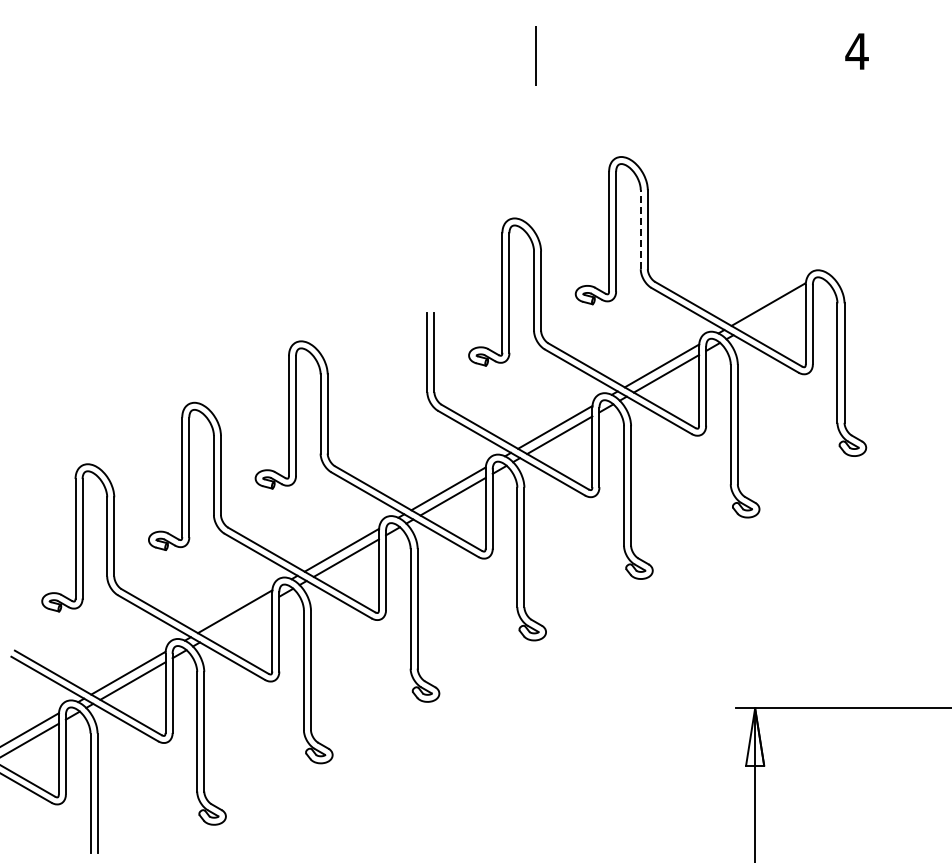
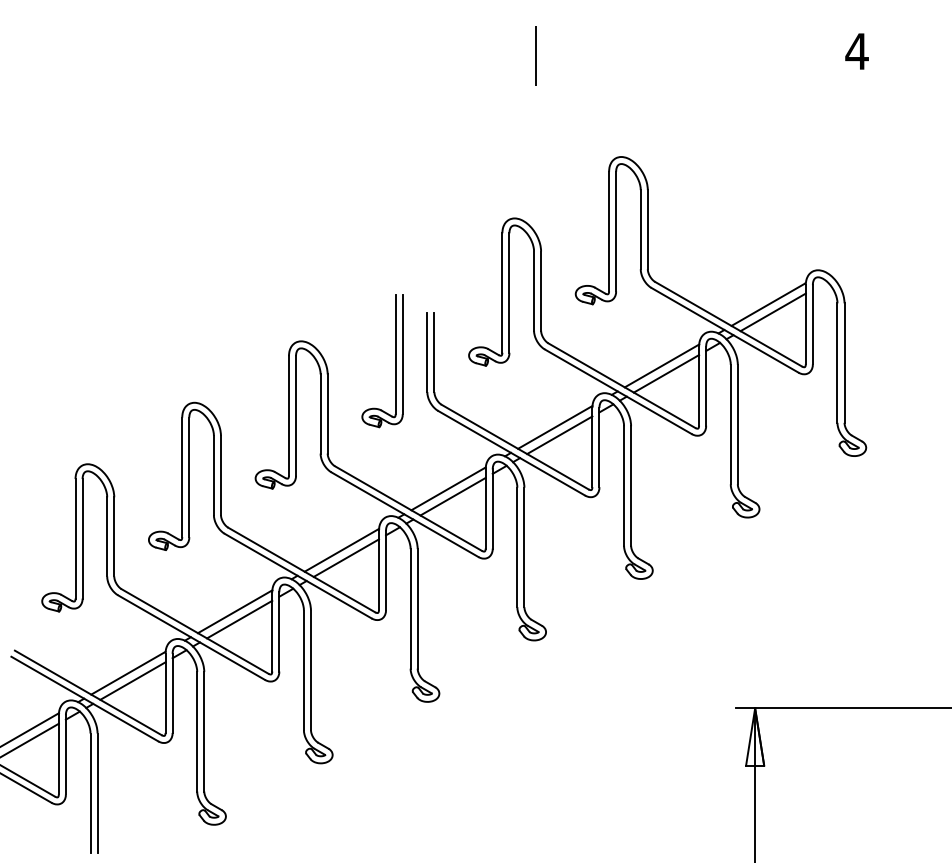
line at (640, 229): dashed -> solid
line at (772, 312): none -> present
part at (395, 361): none -> present
line at (239, 619): none -> present
